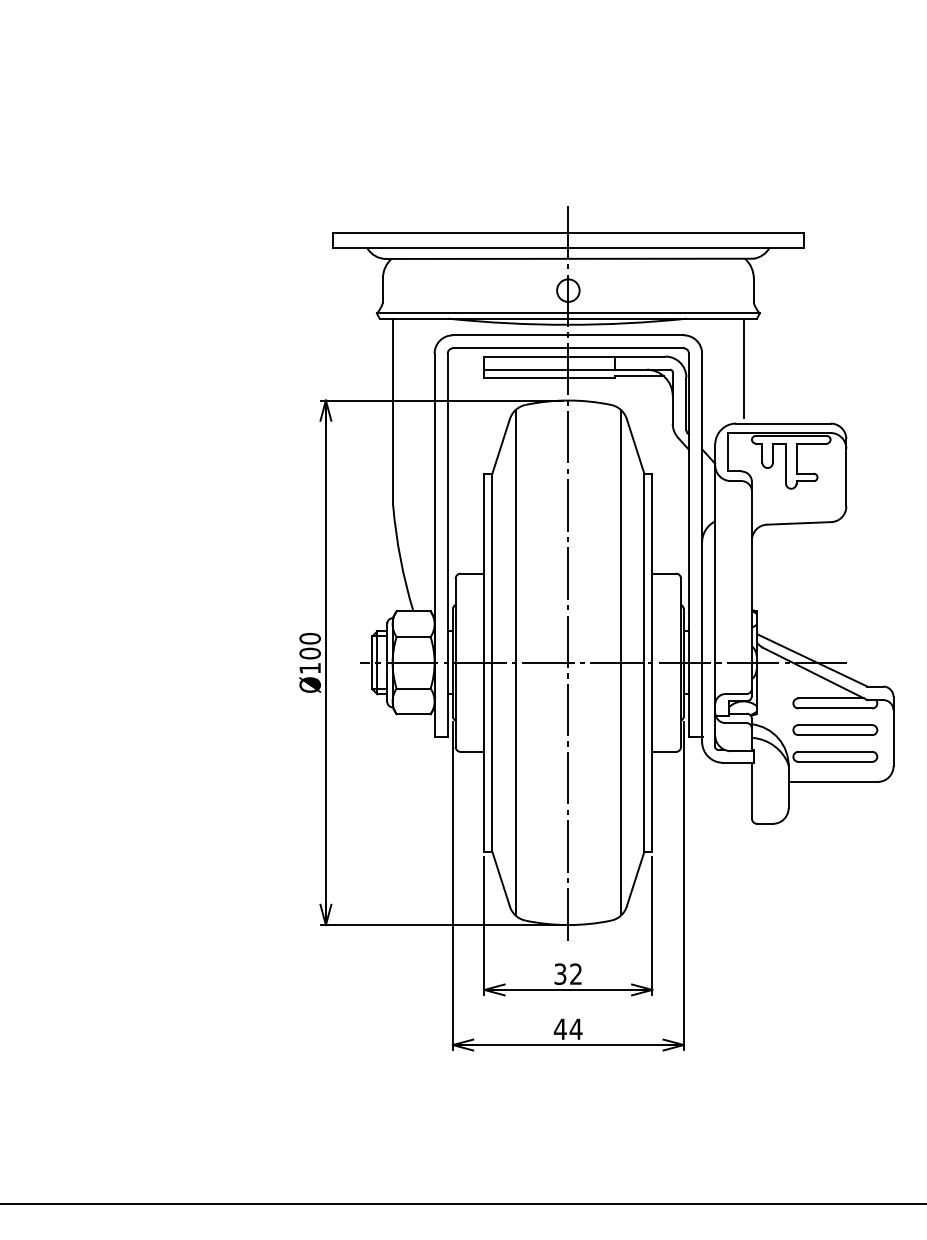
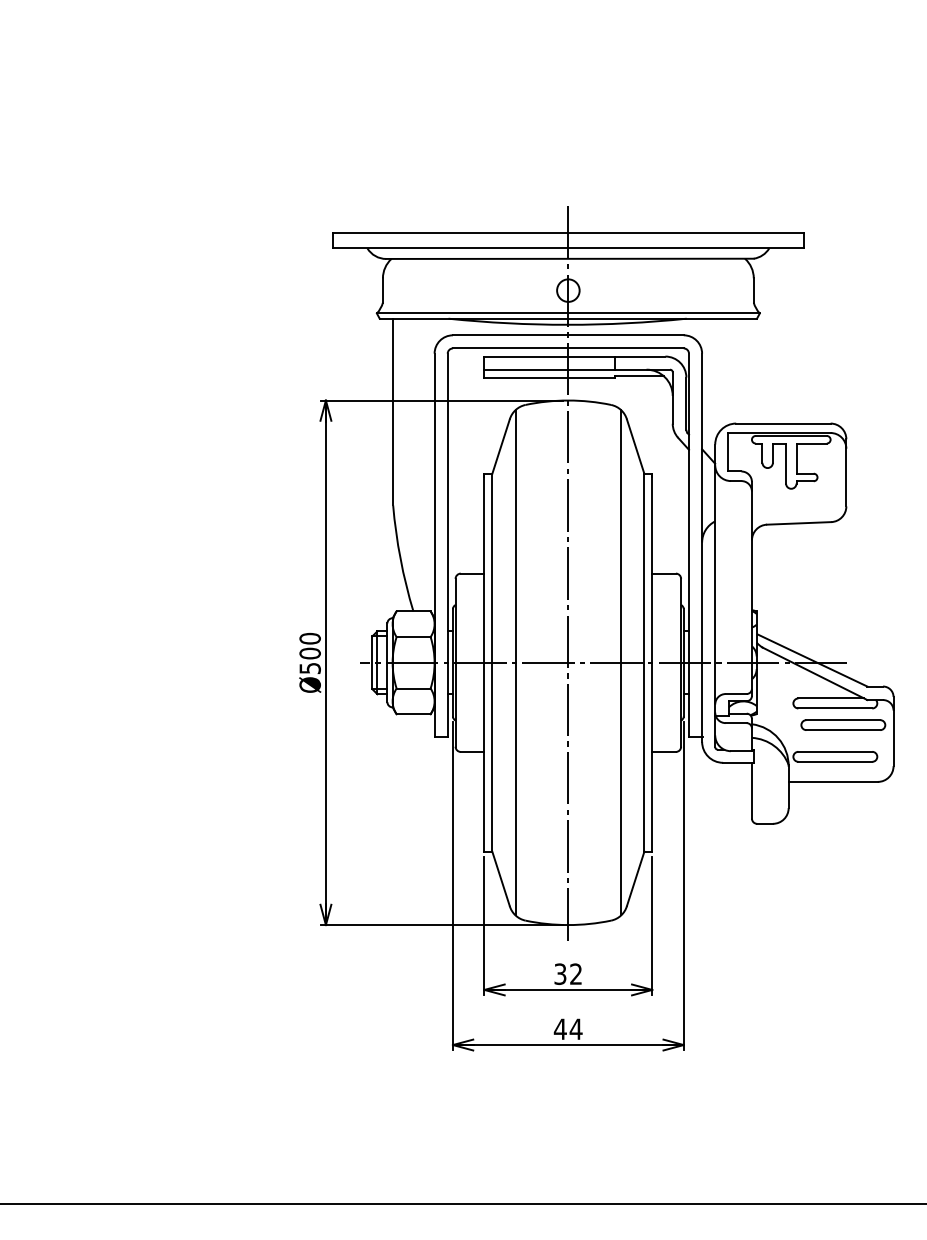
line at (743, 368): present -> none
text at (309, 668): Ø100 -> Ø500
part at (835, 729) position: (835, 729) -> (843, 724)
